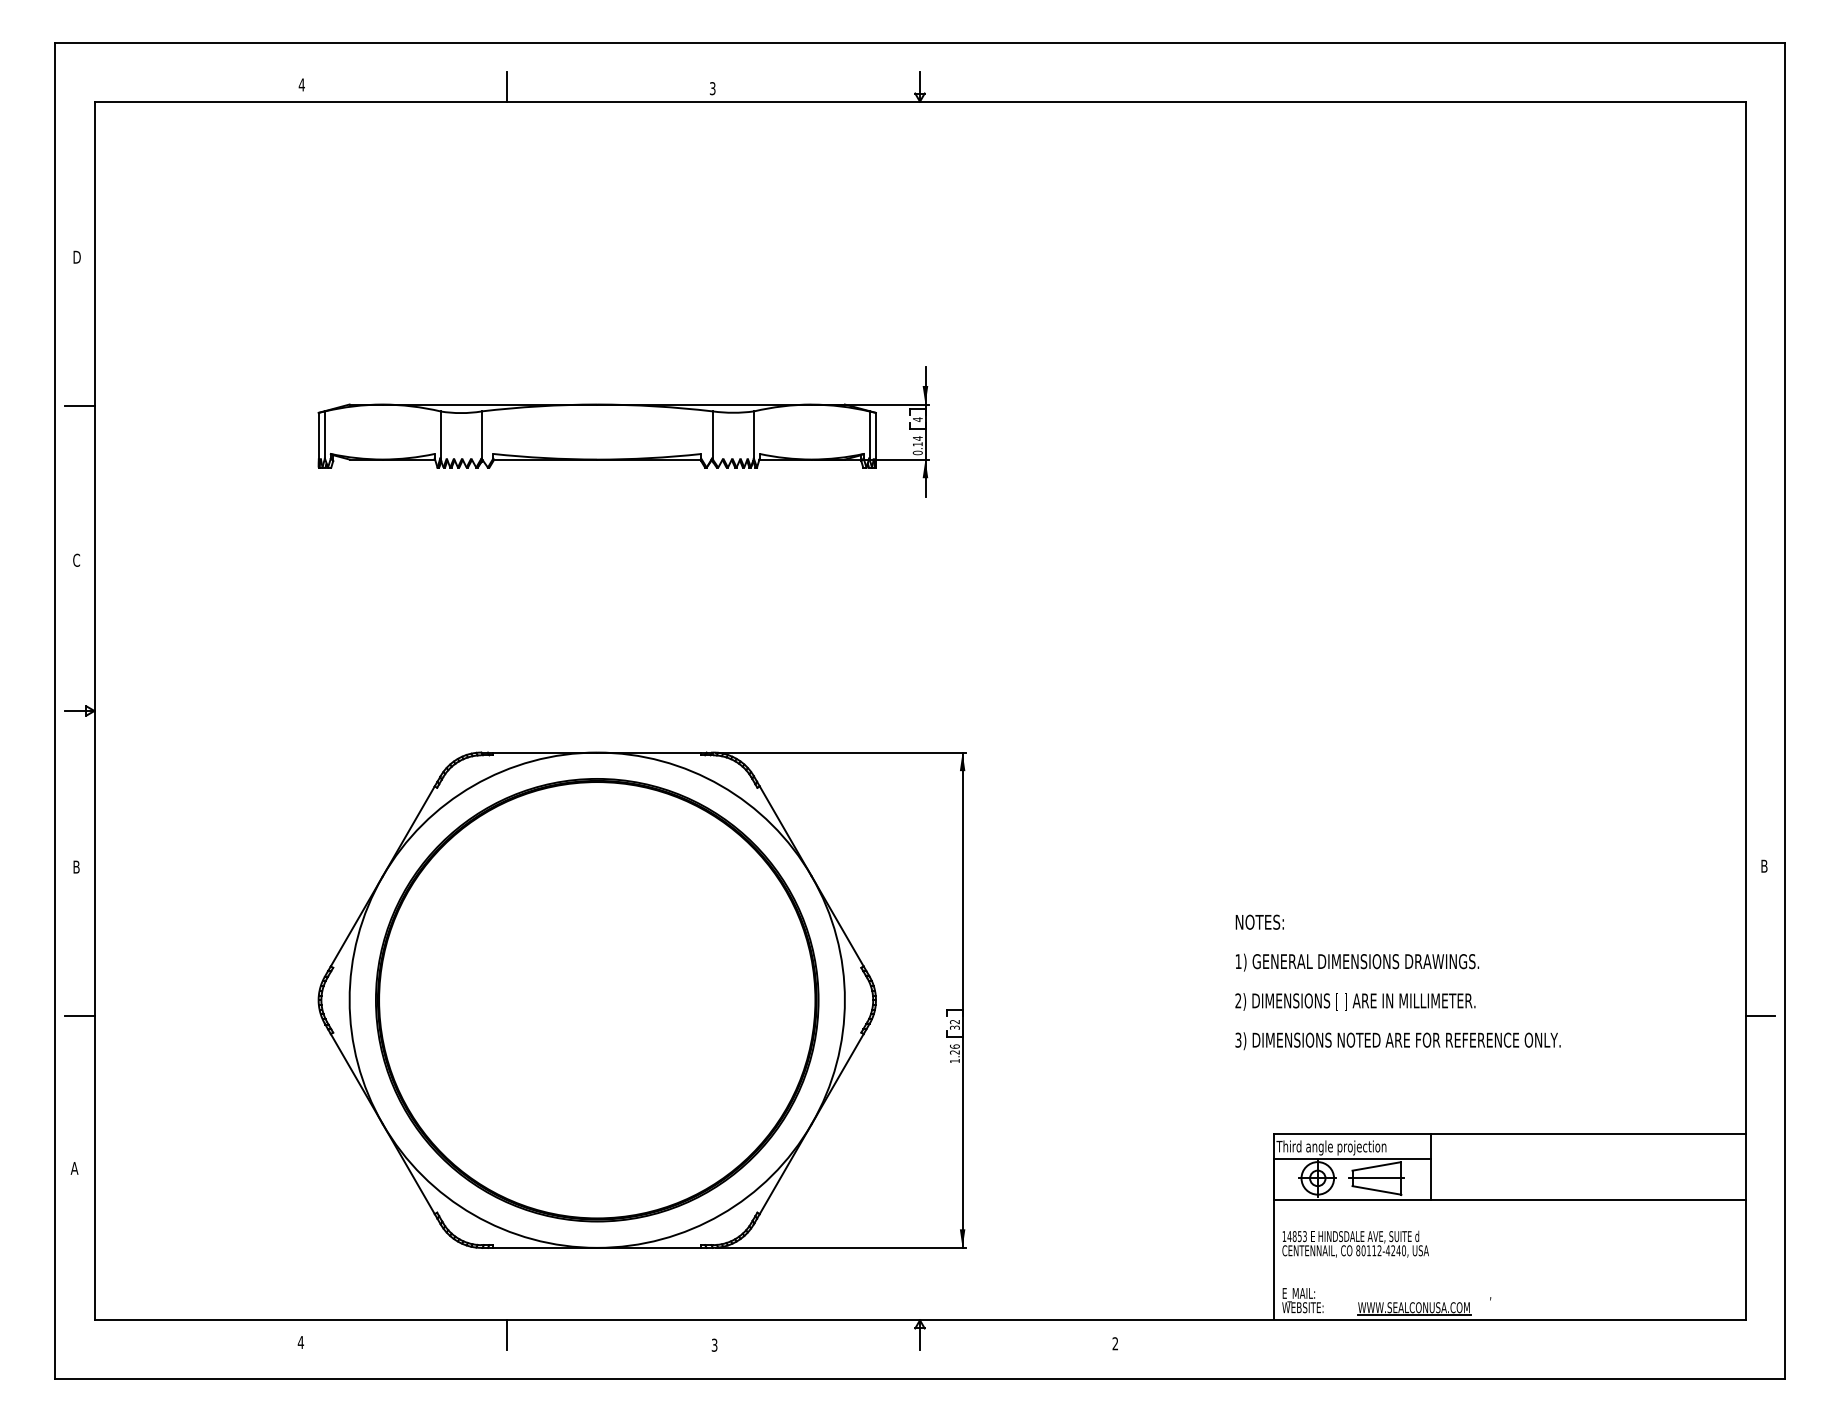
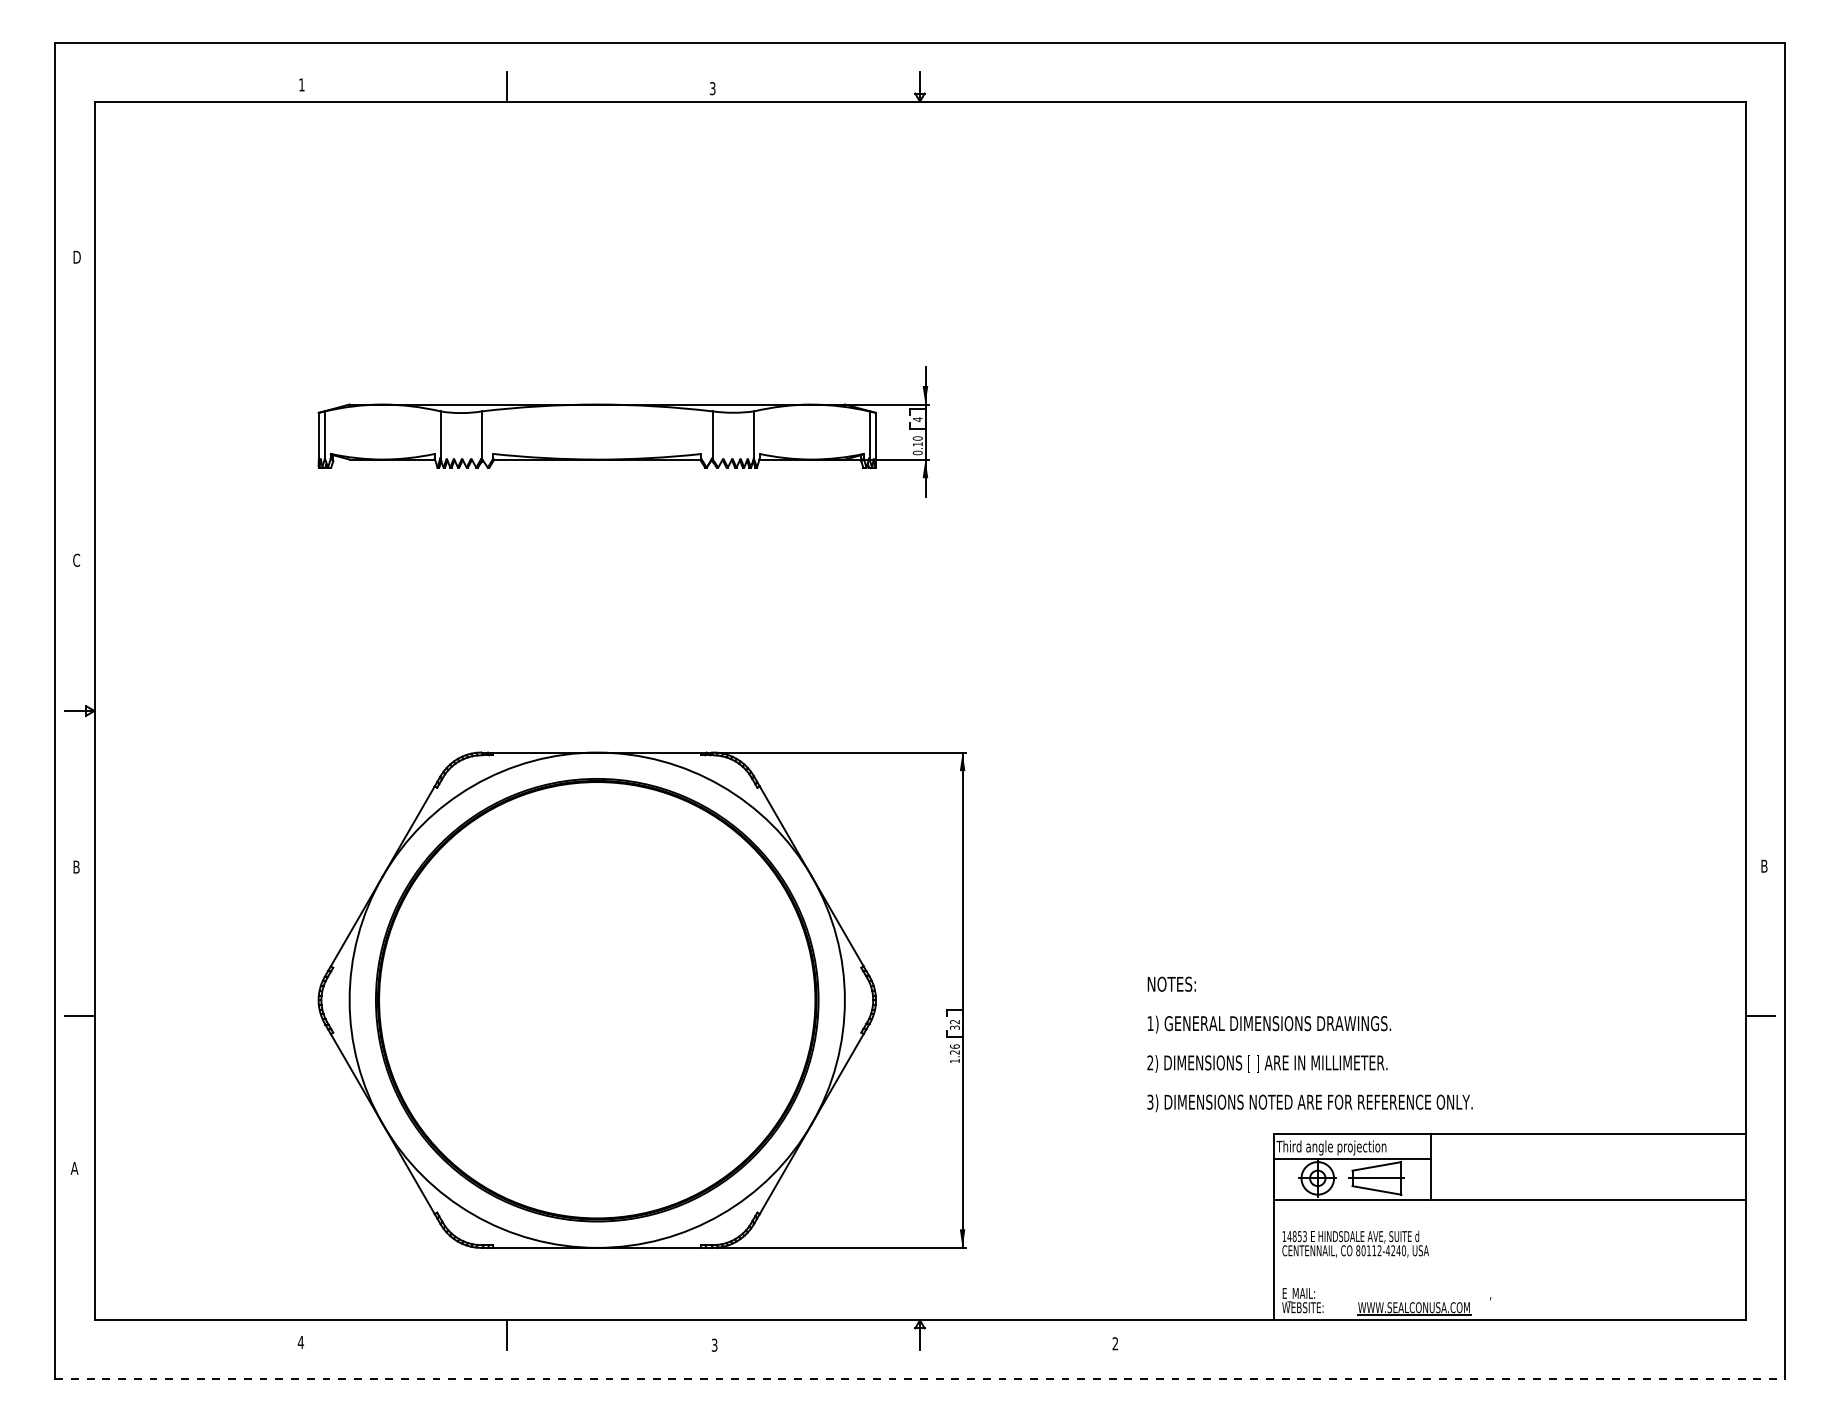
text at (301, 84): 4 -> 1
line at (79, 406): present -> none
text at (917, 438): 0.14 -> 0.10
text at (1397, 982) position: (1397, 982) -> (1309, 1044)
line at (920, 1379): solid -> dashed
